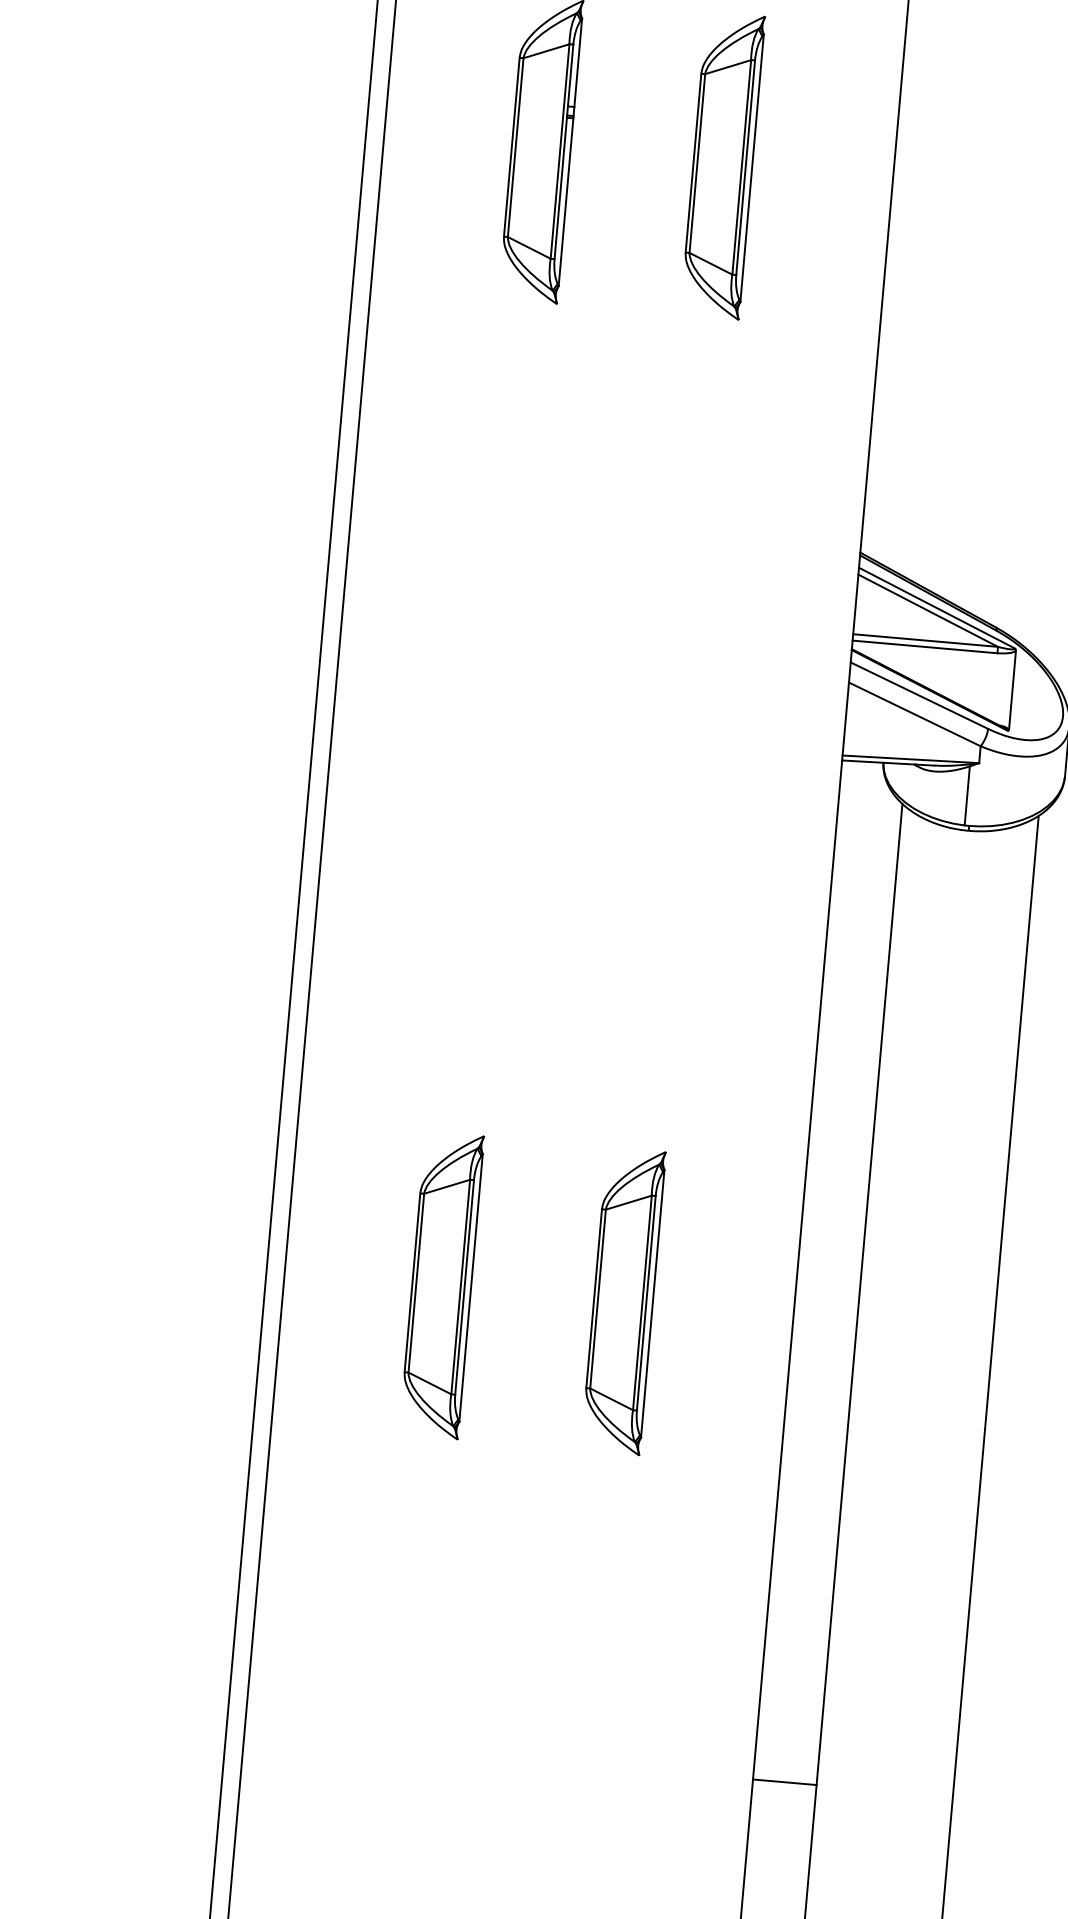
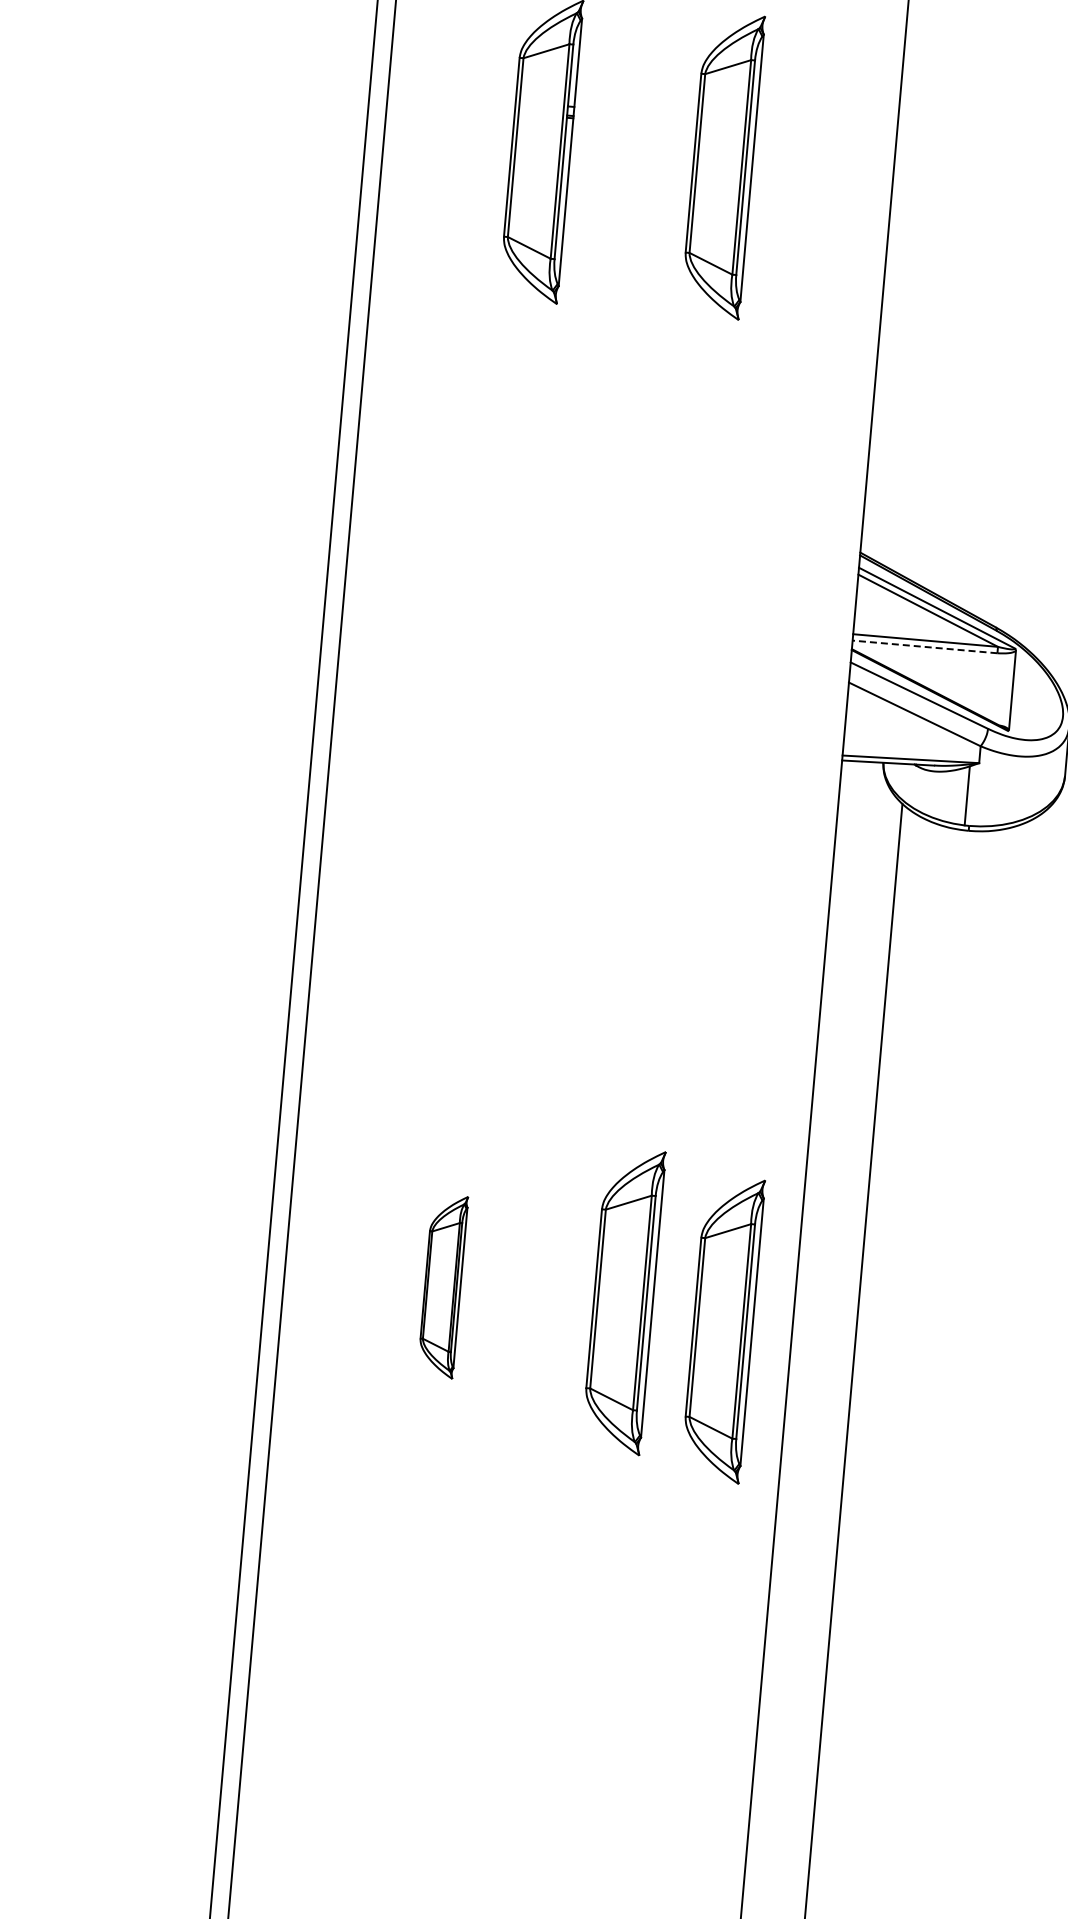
line at (925, 646): solid -> dashed
part at (444, 1287) size: 83x306 px -> 51x184 px
part at (724, 1331): none -> present
line at (990, 1365): present -> none
line at (784, 1782): present -> none
